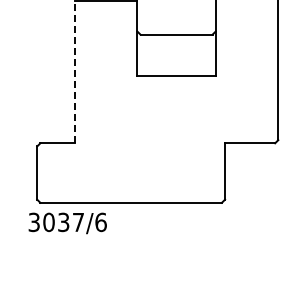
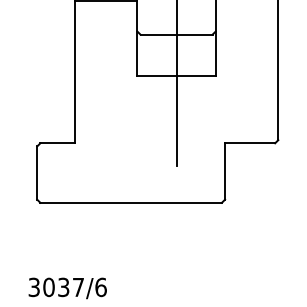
line at (74, 71): dashed -> solid
line at (176, 83): none -> present
text at (67, 223) position: (67, 223) -> (67, 288)
